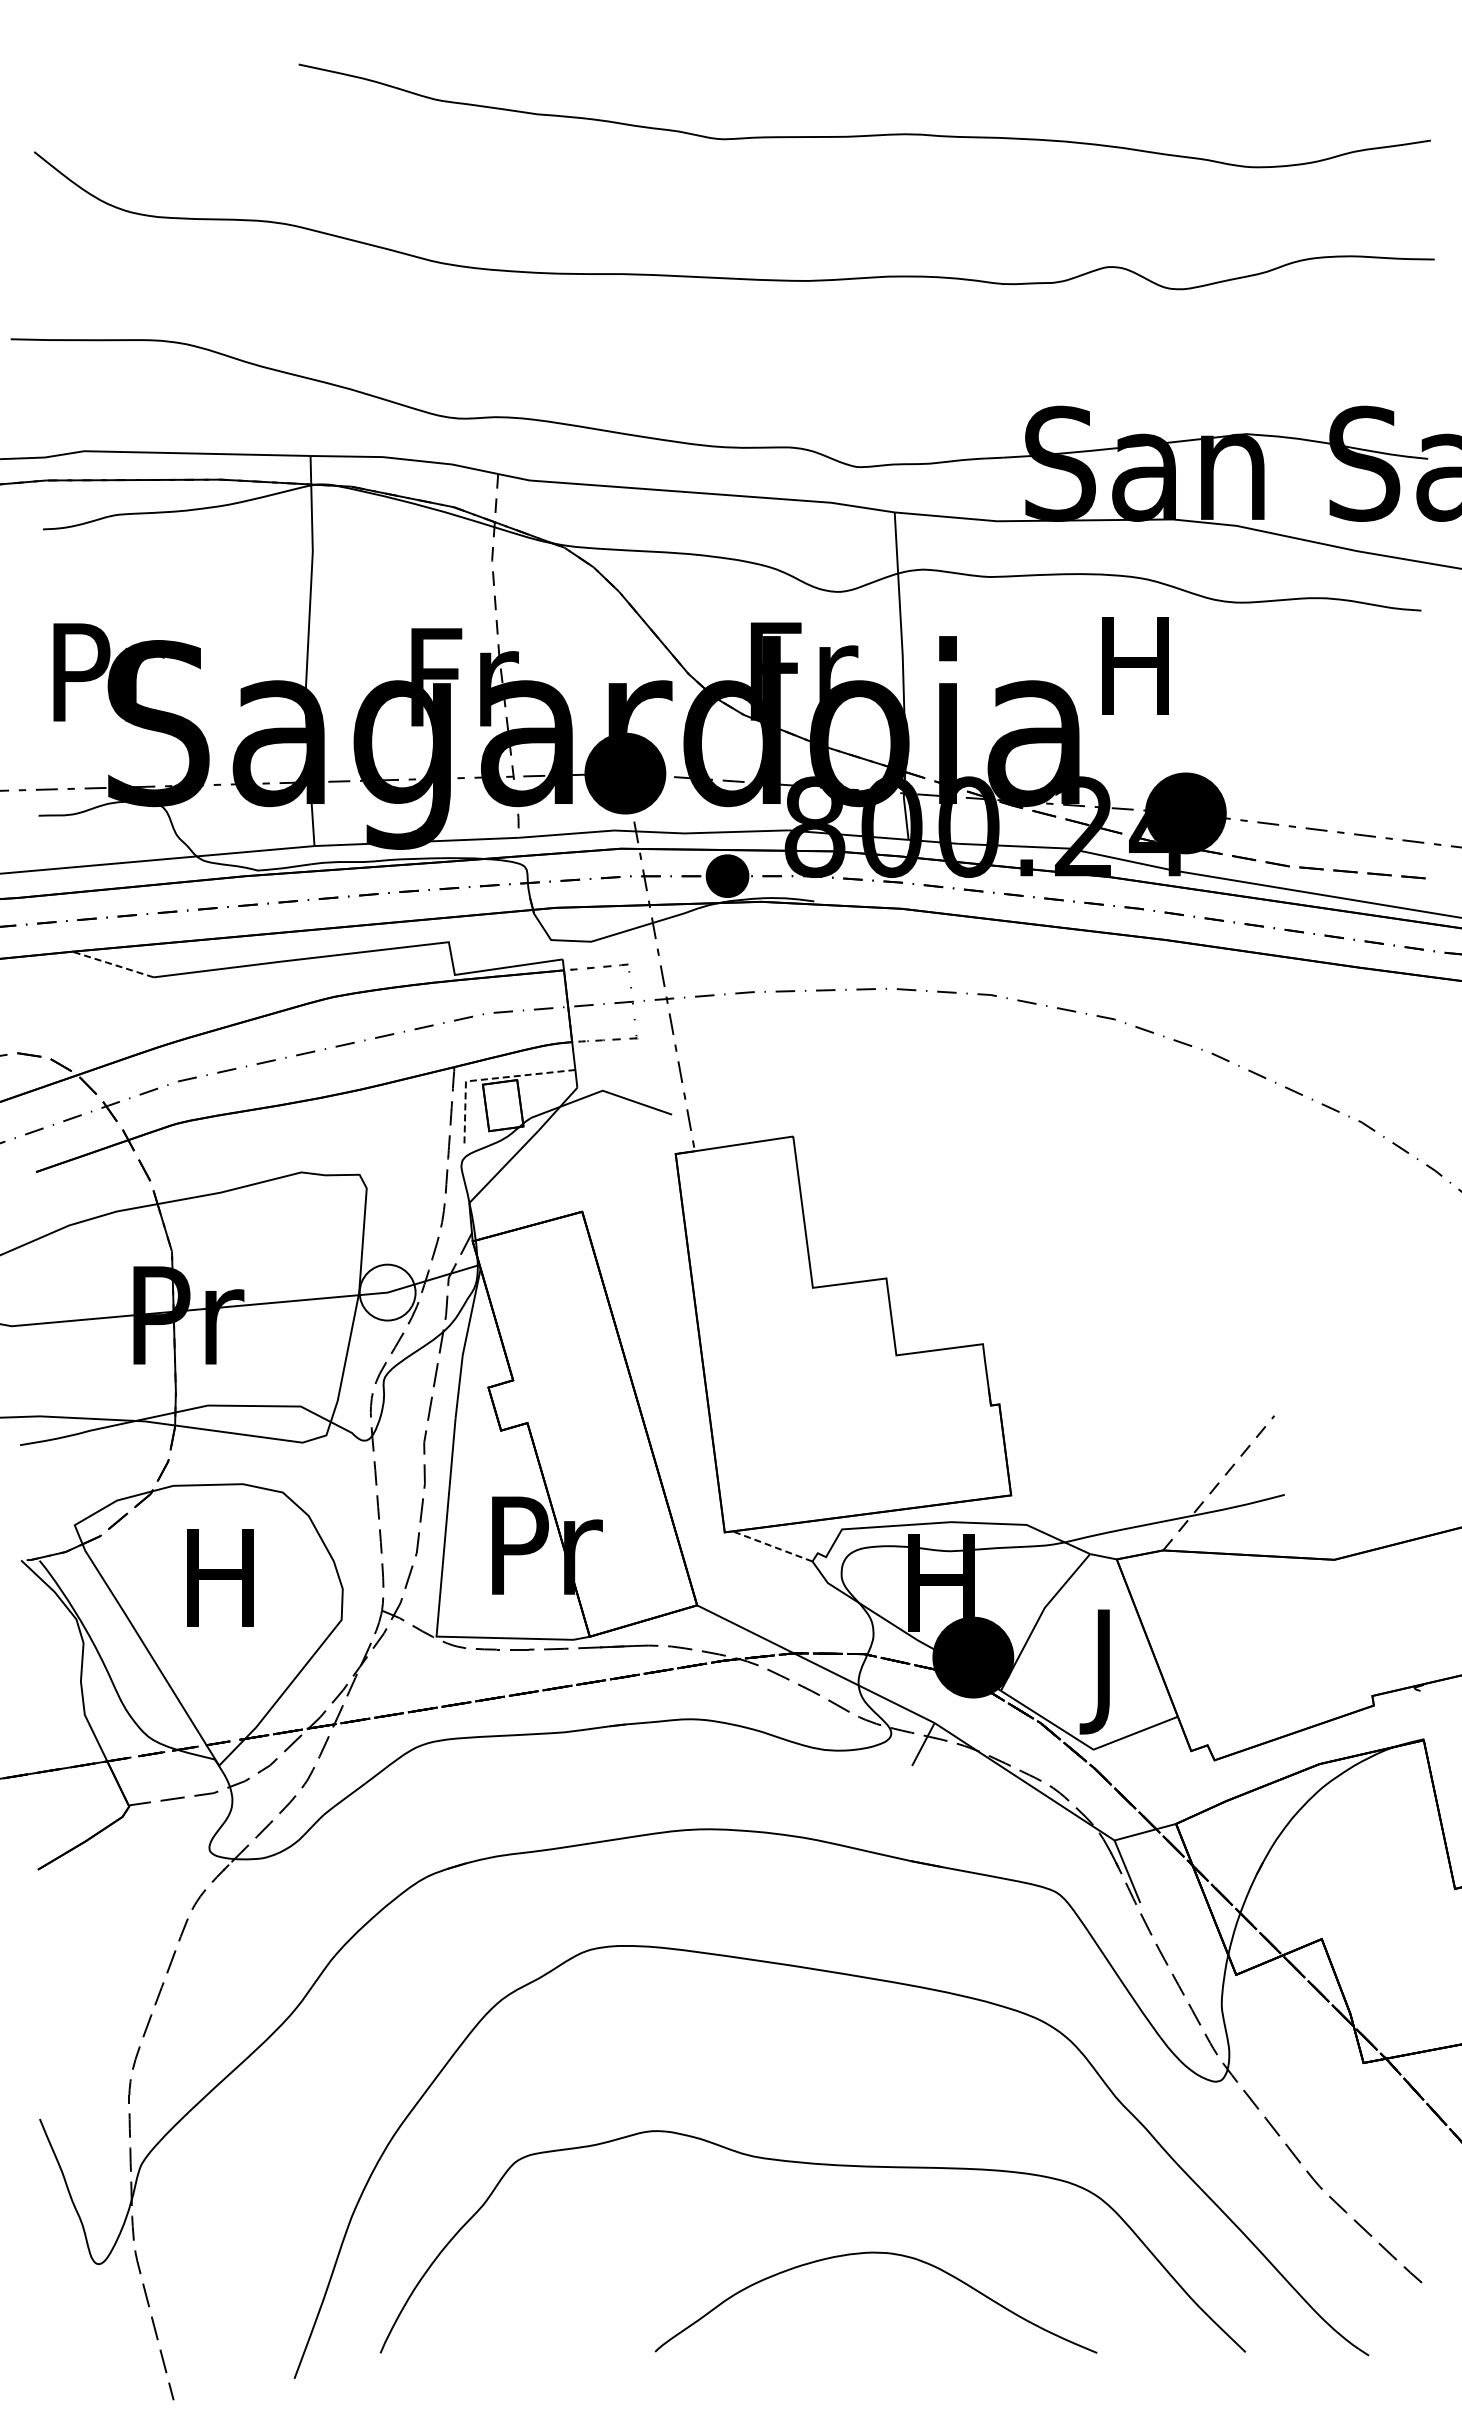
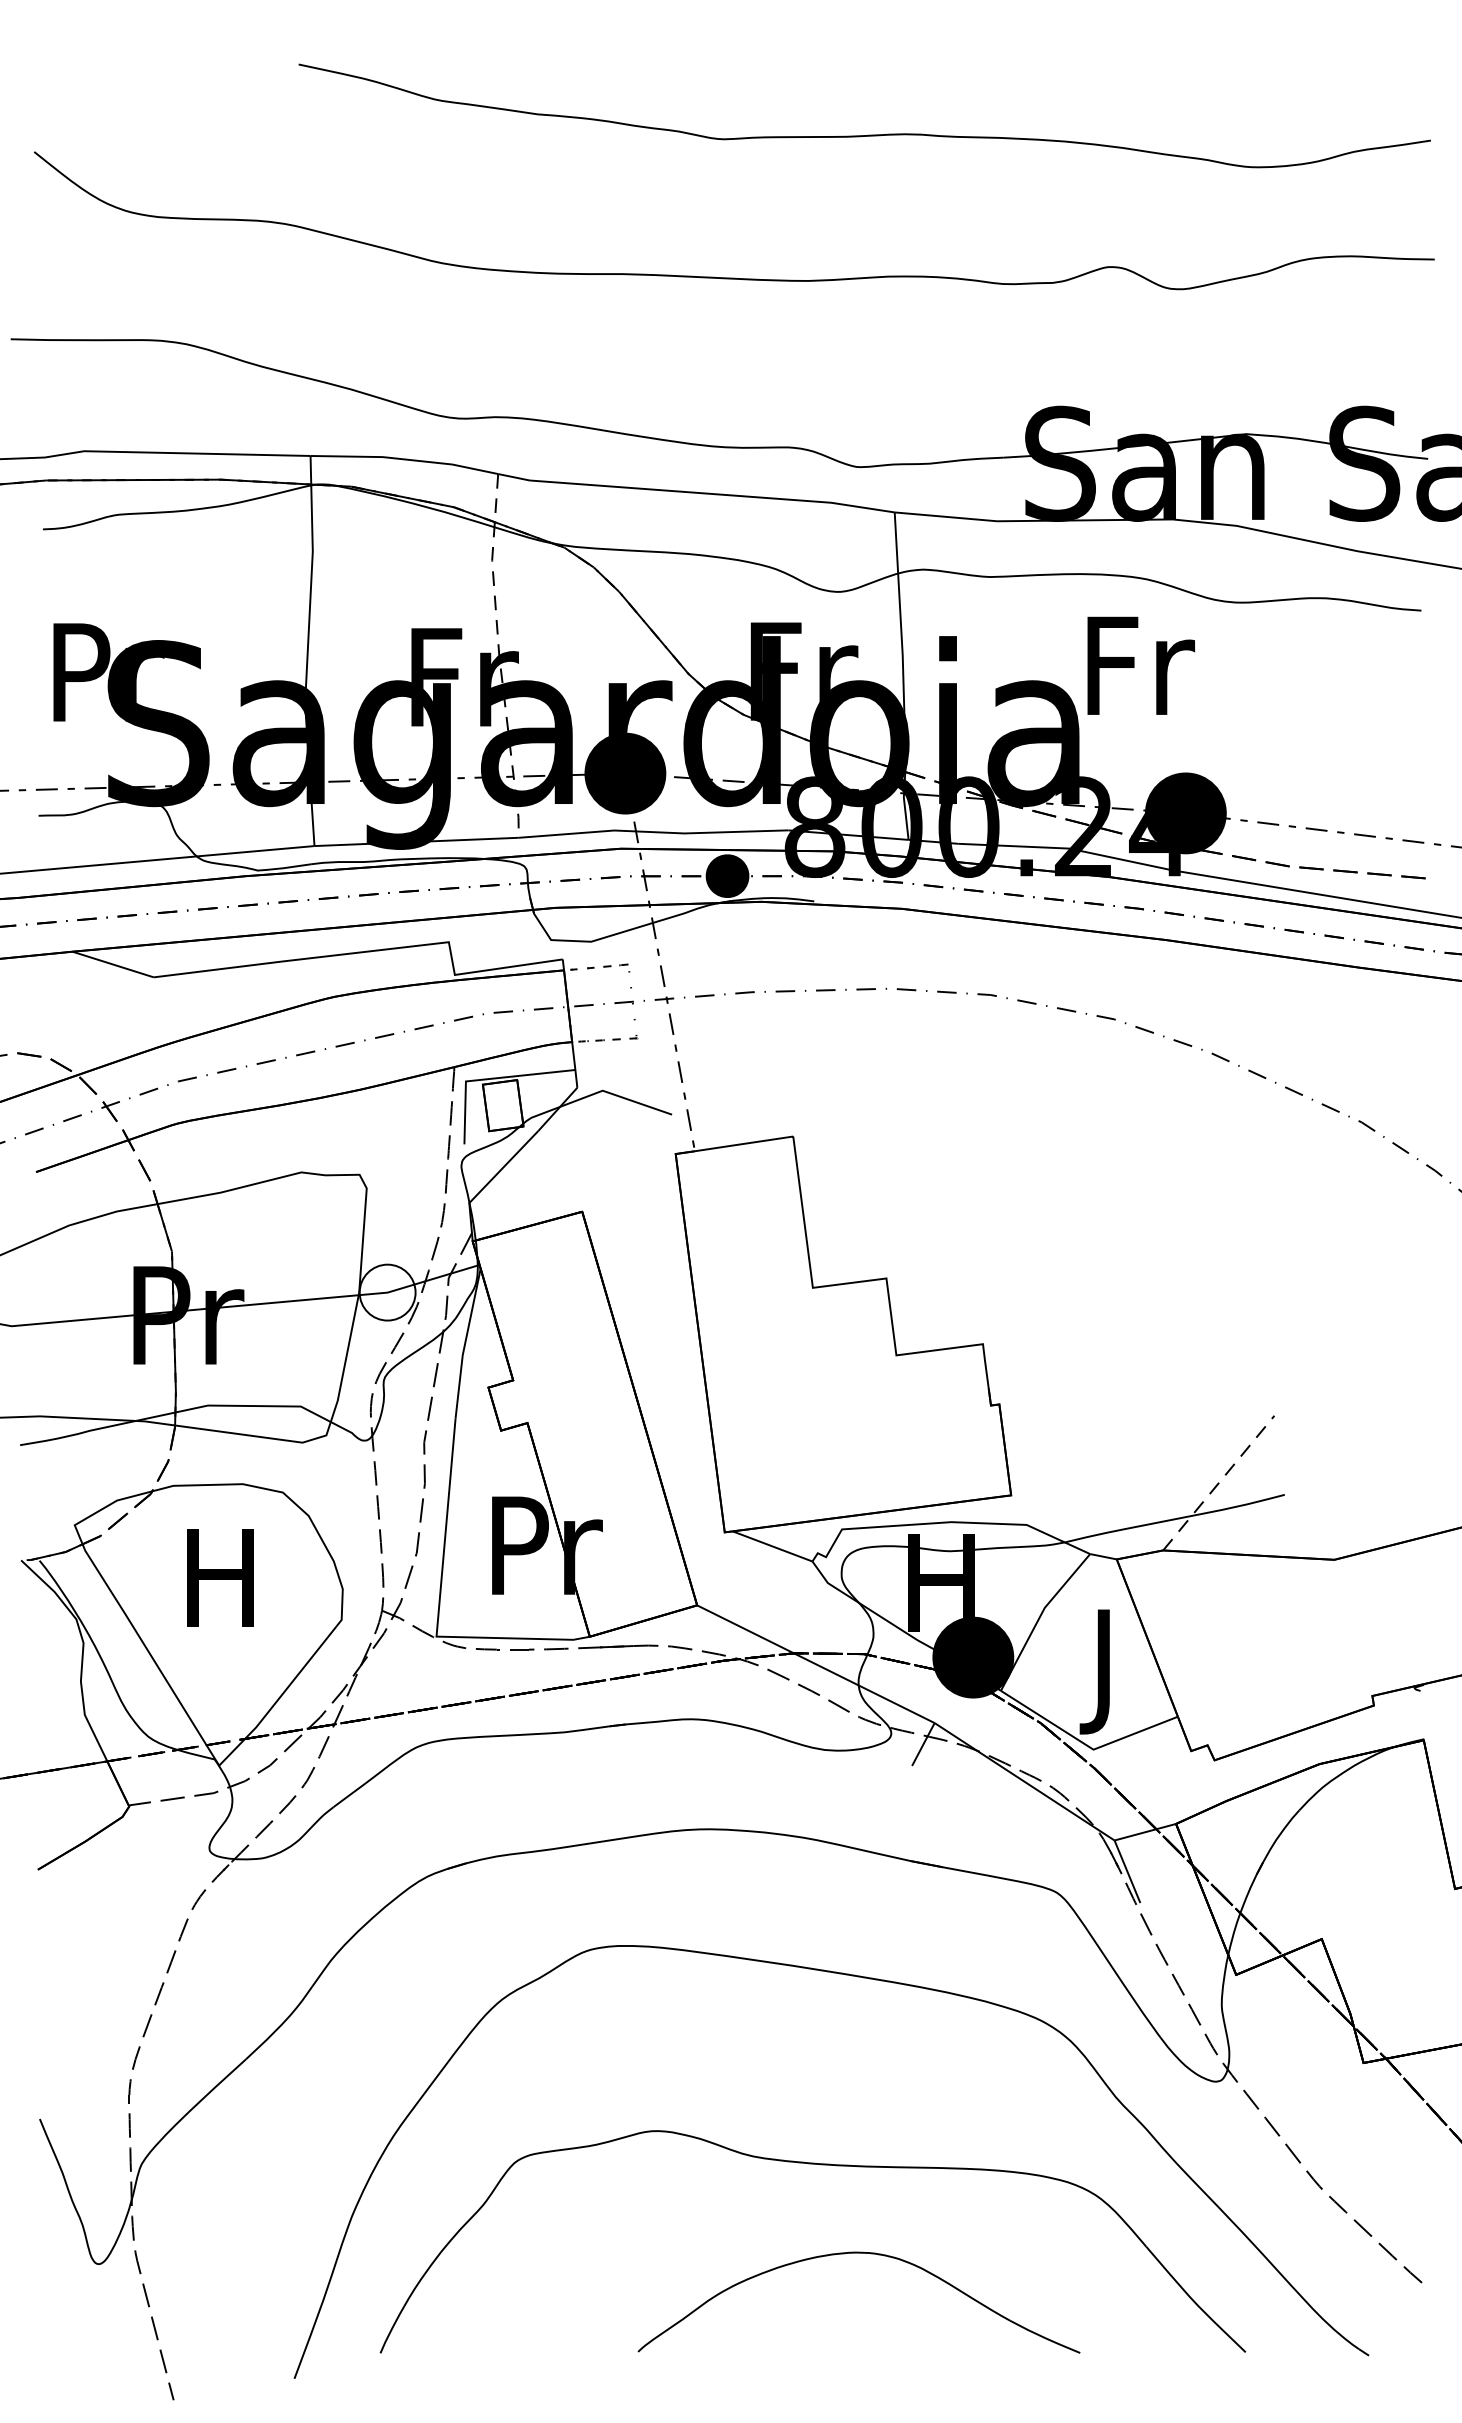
text at (1141, 665): H -> Fr
line at (113, 964): dashed -> solid
line at (488, 1079): dashed -> solid
line at (772, 1546): dashed -> solid
part at (875, 2253) position: (875, 2253) -> (858, 2253)
